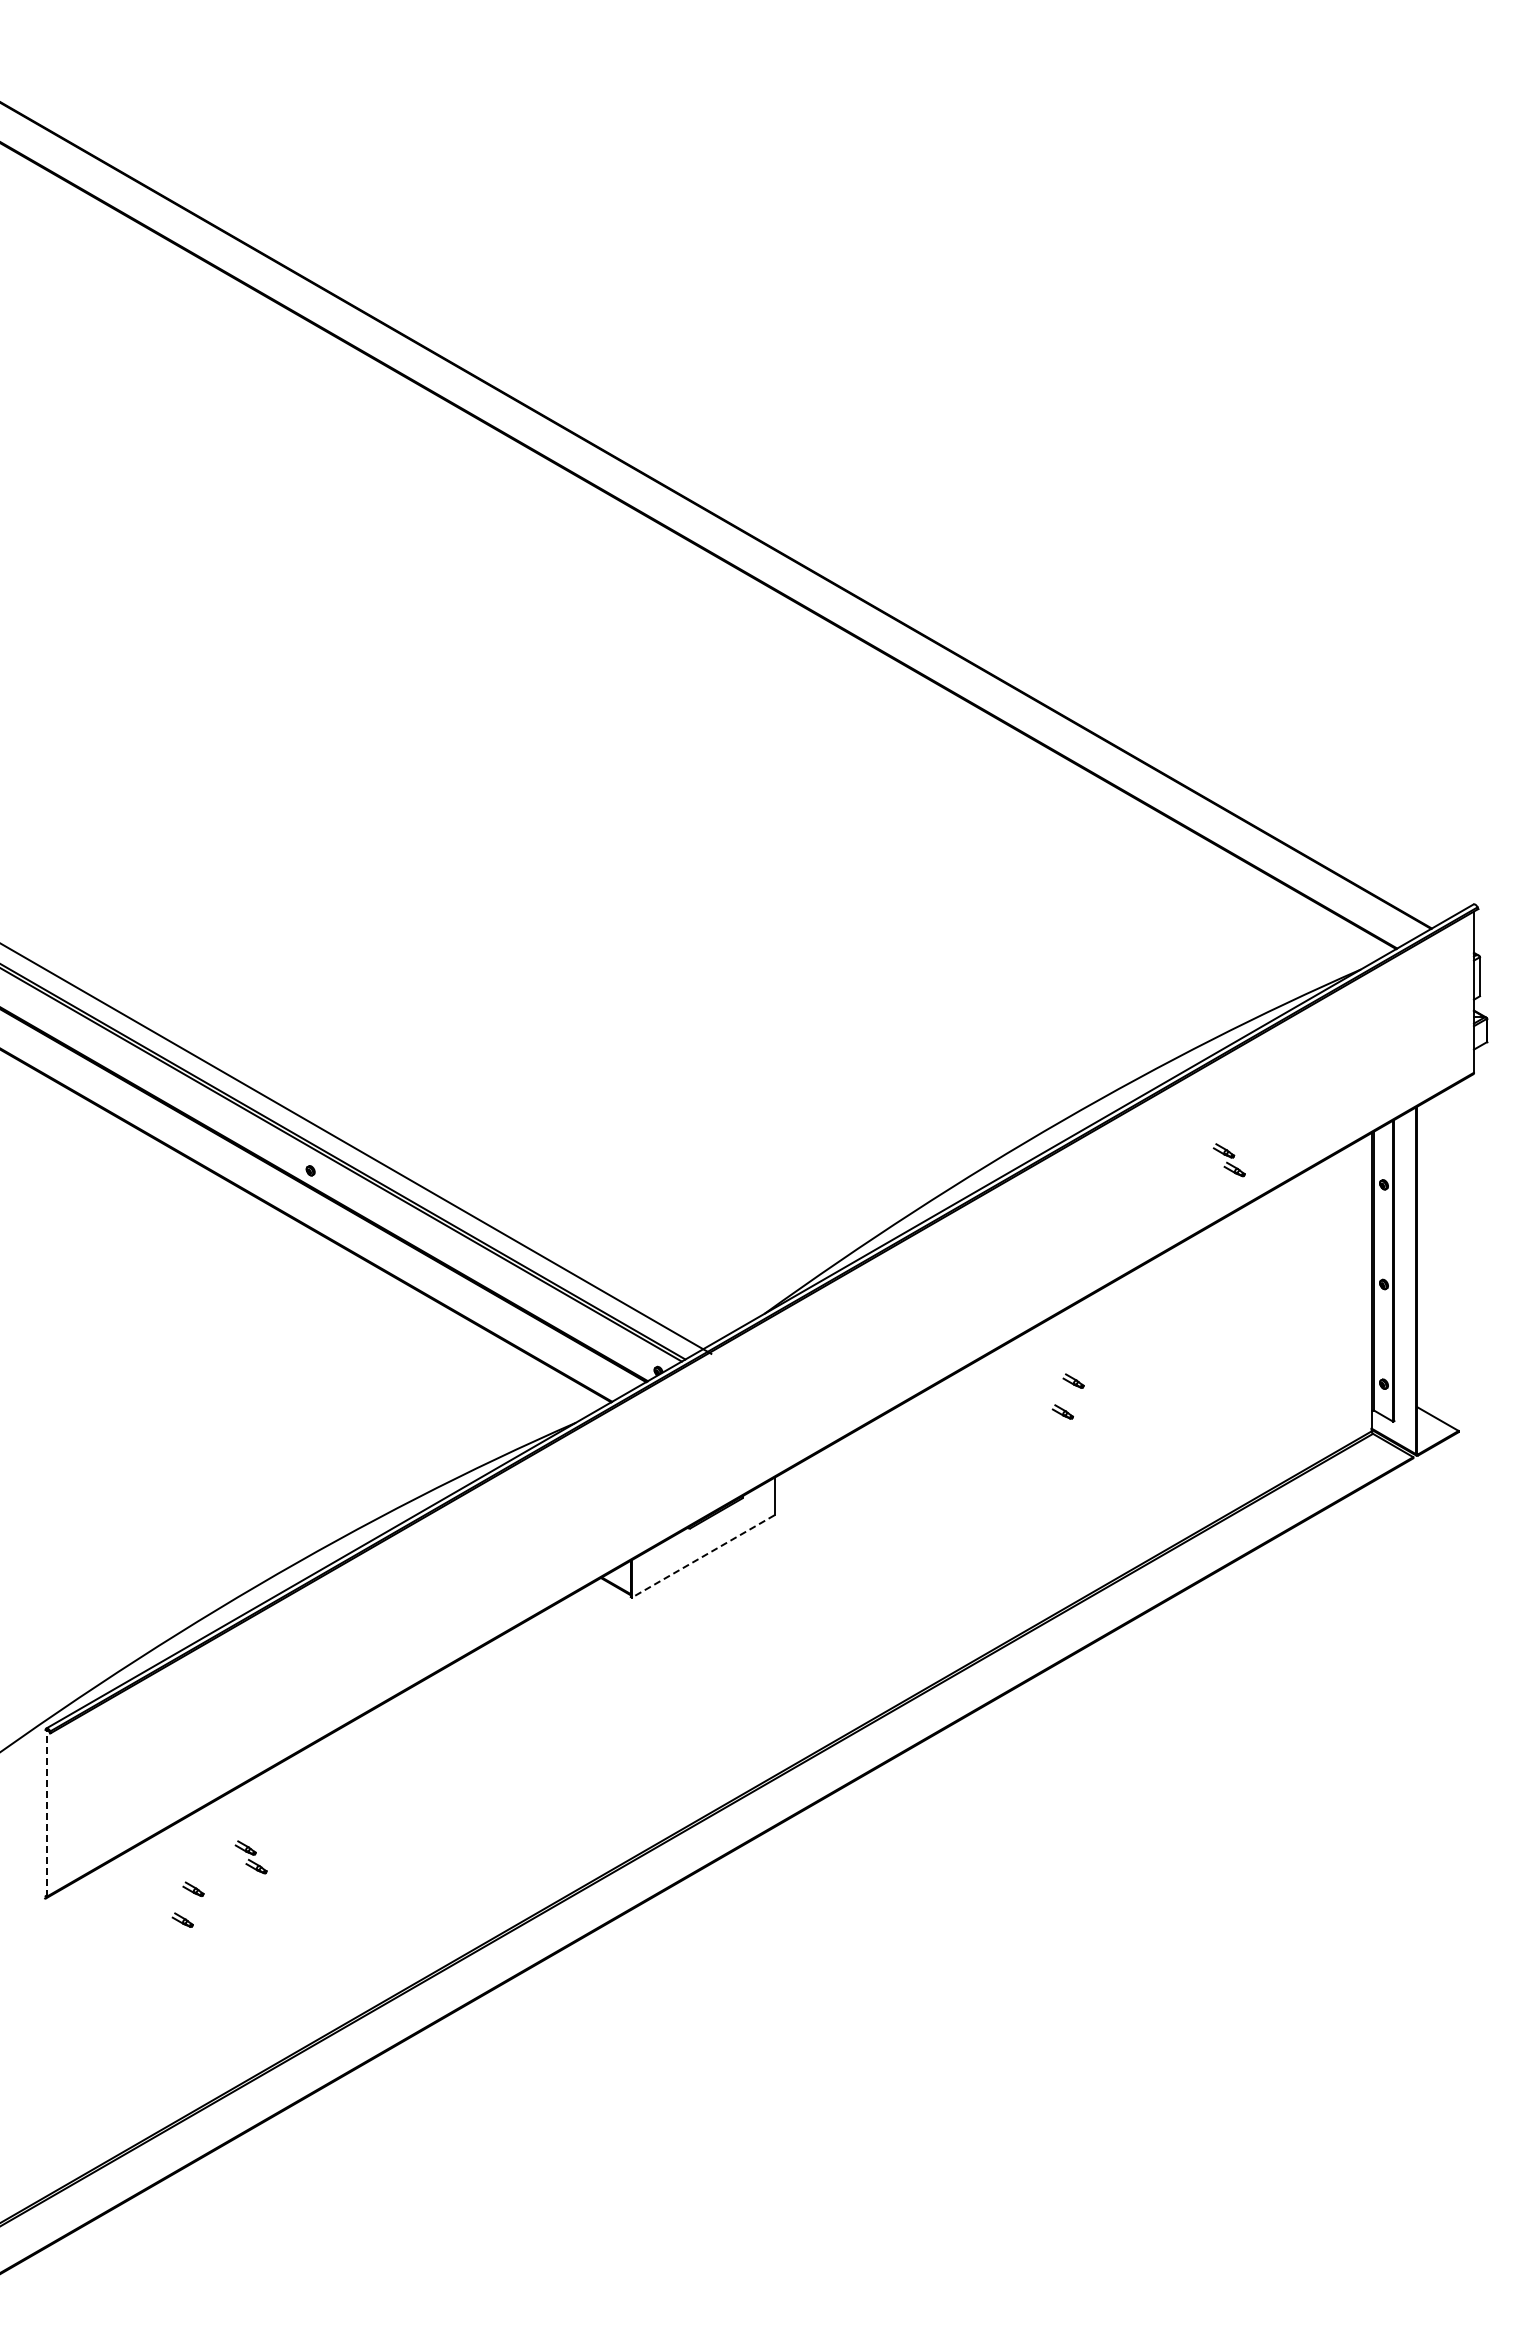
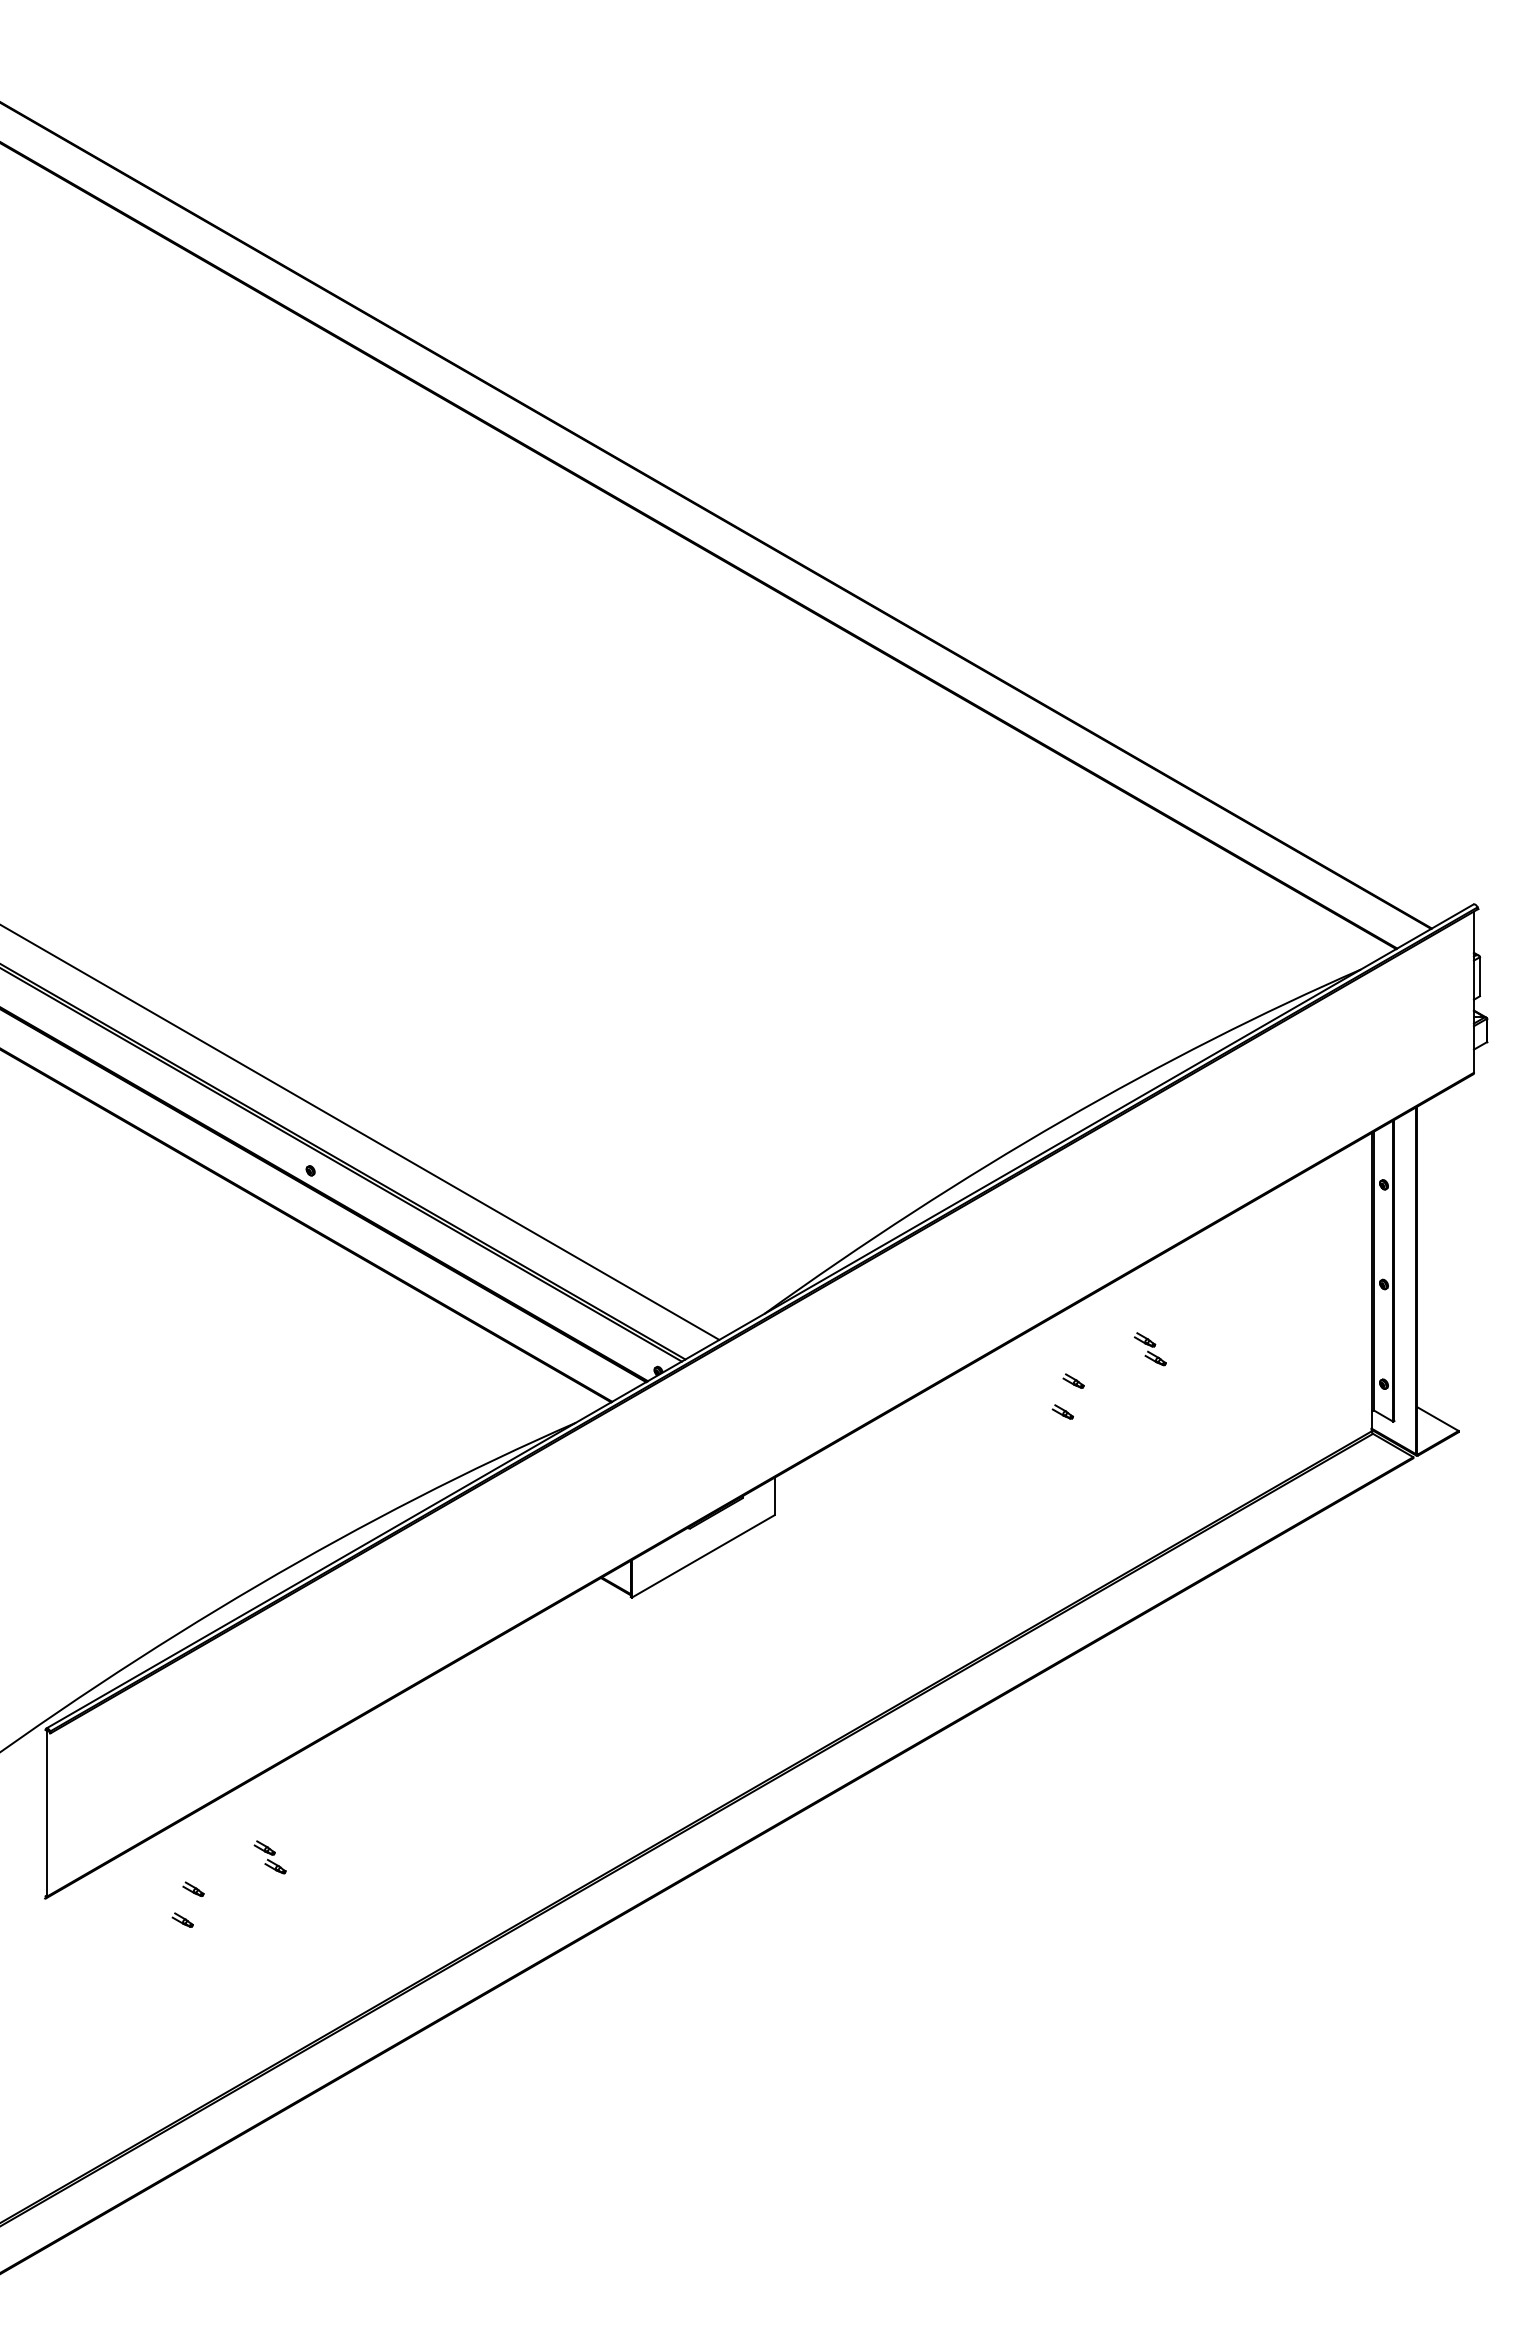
line at (356, 1148) position: (356, 1148) -> (360, 1132)
part at (1228, 1160) position: (1228, 1160) -> (1149, 1349)
line at (702, 1556): dashed -> solid
line at (46, 1813): dashed -> solid
part at (250, 1857) position: (250, 1857) -> (269, 1857)
